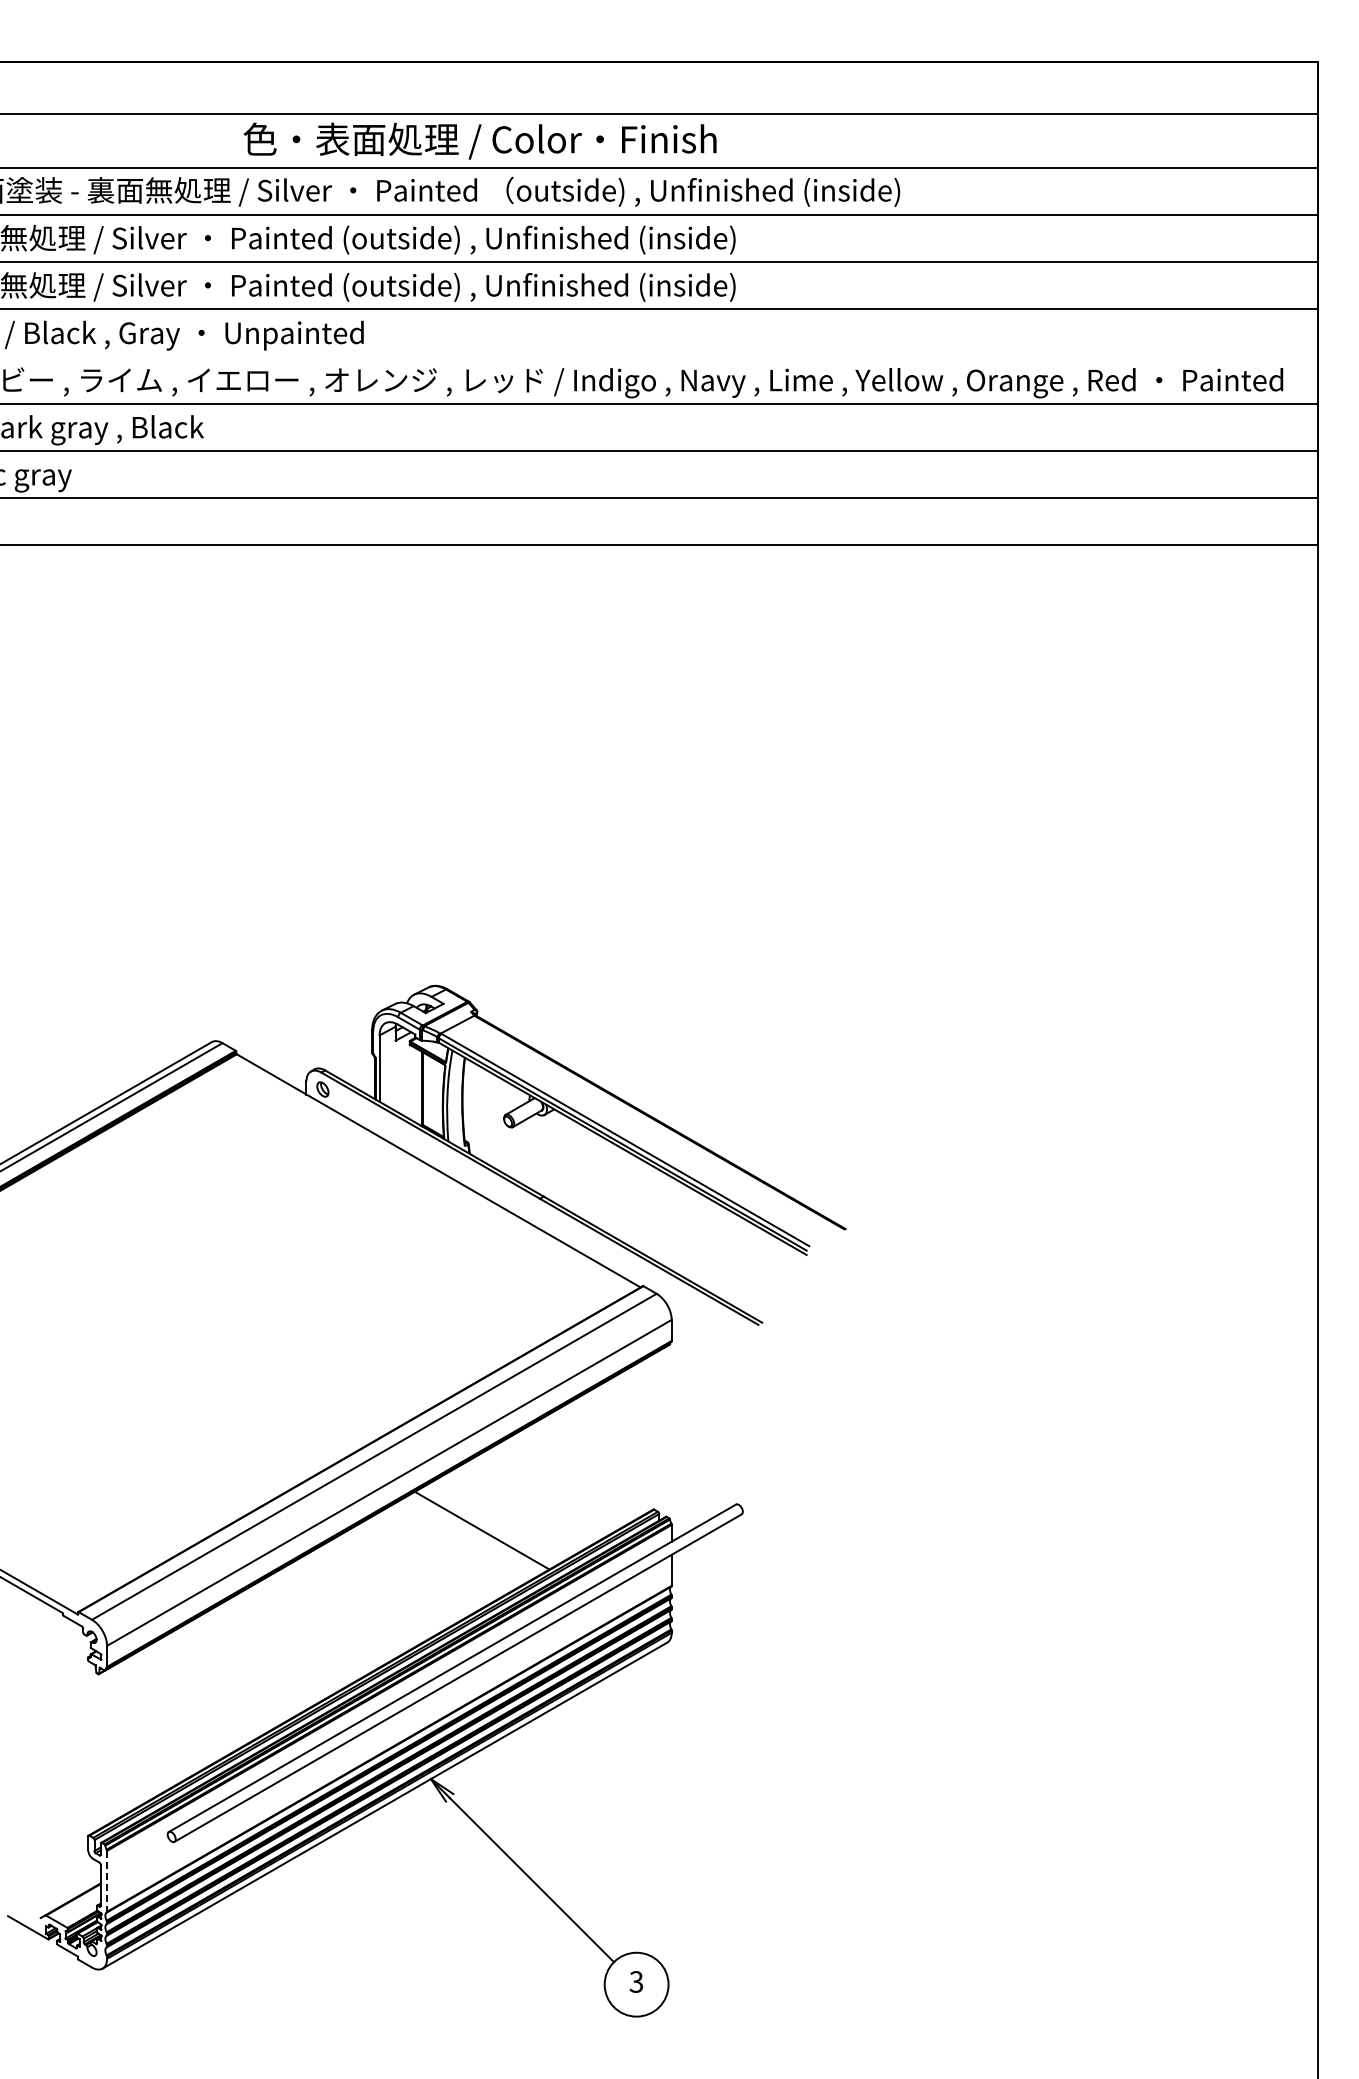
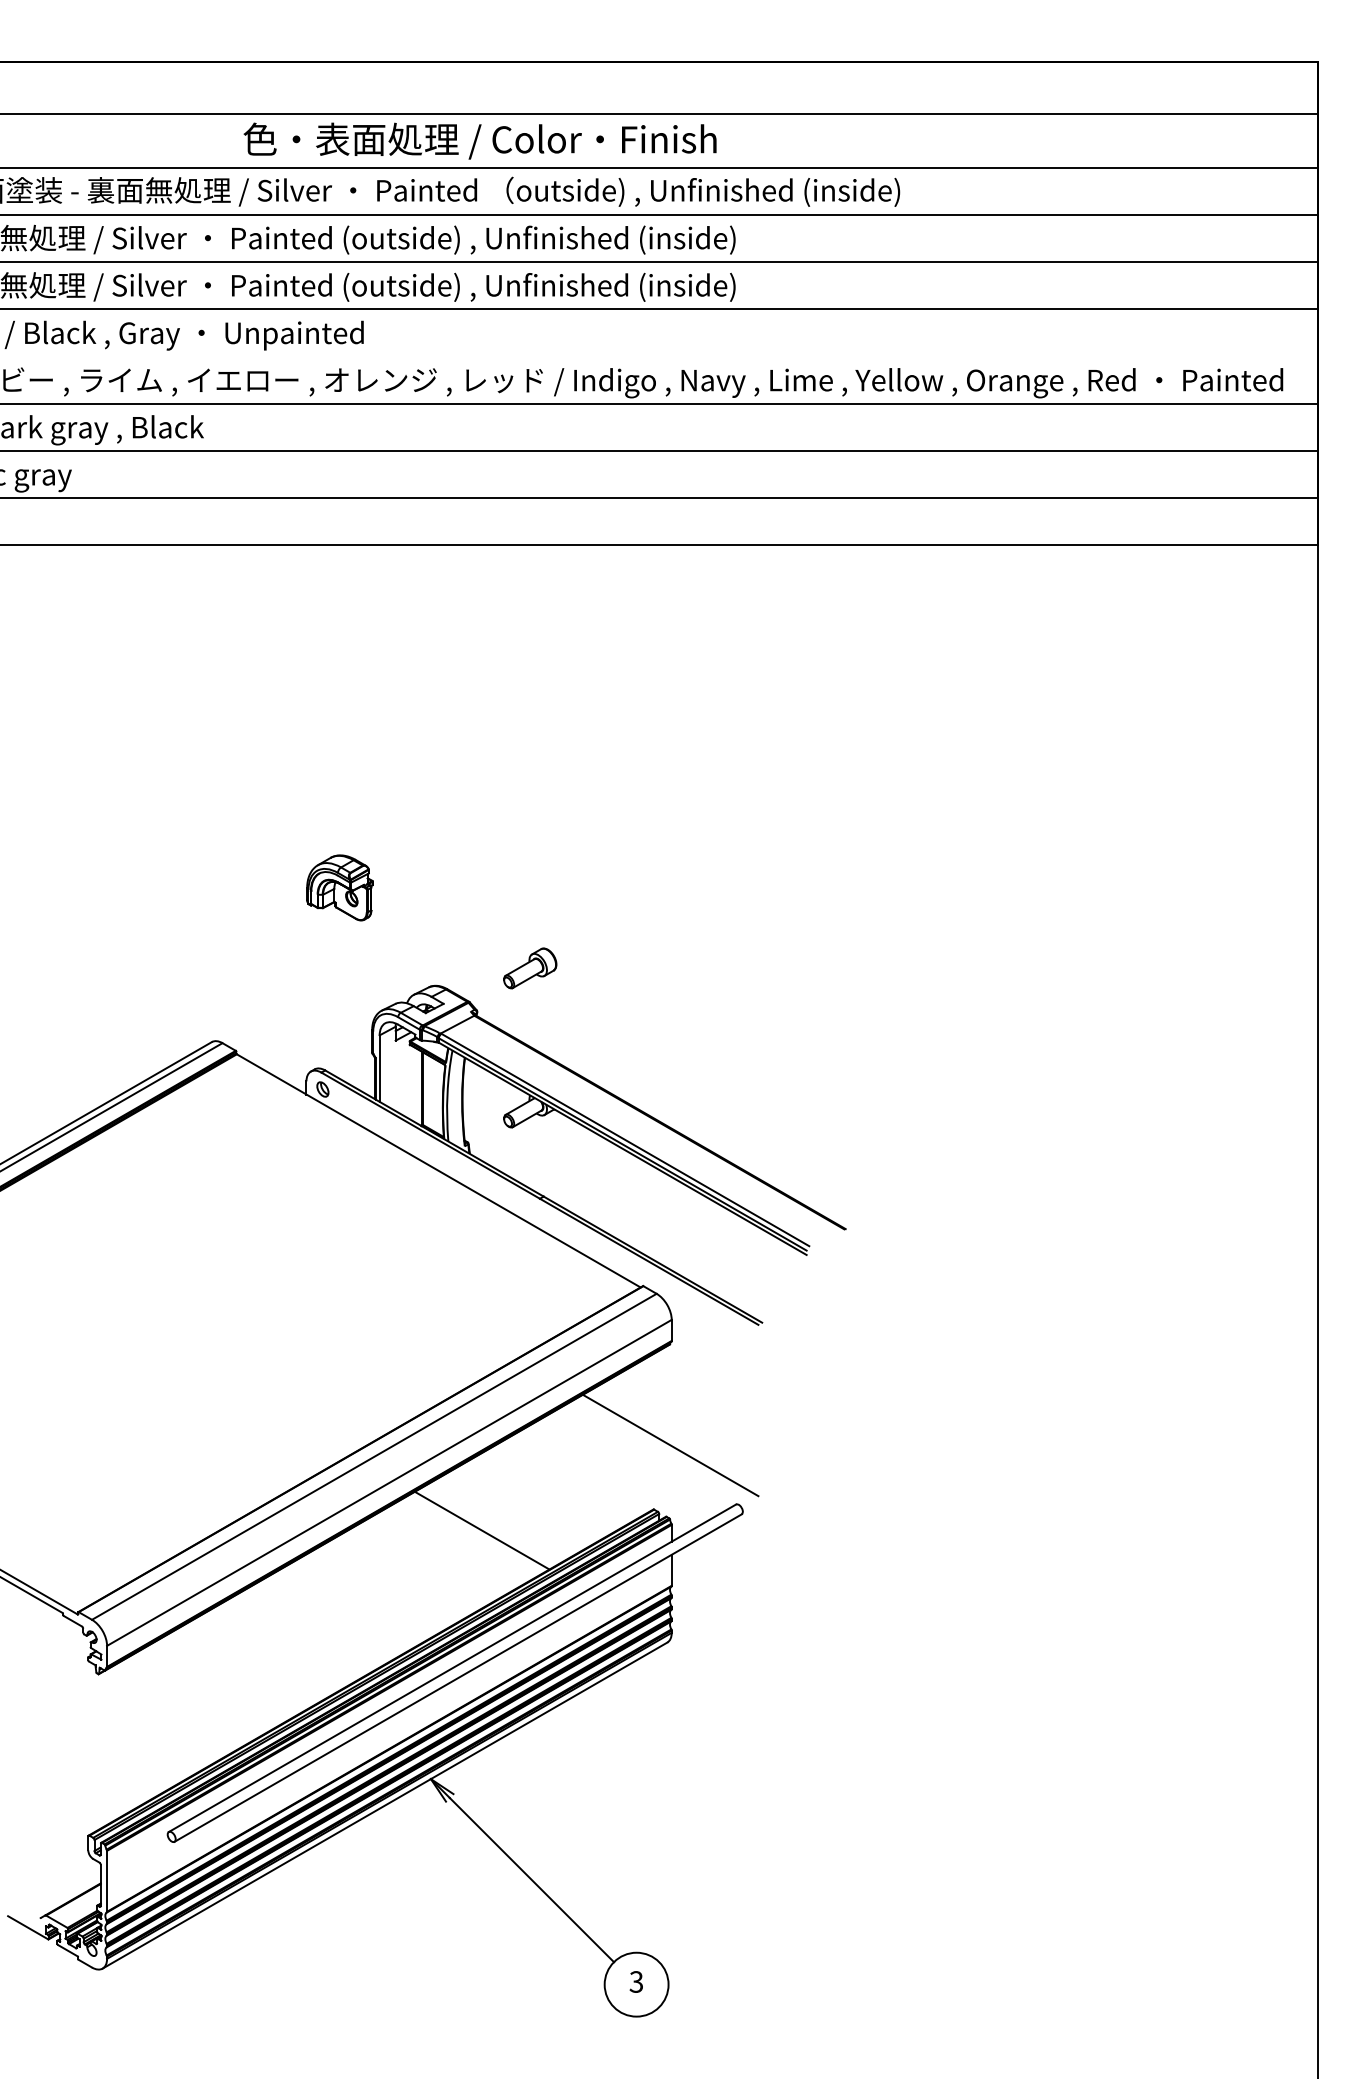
part at (339, 887): none -> present
part at (530, 968): none -> present
line at (670, 1445): none -> present
line at (107, 1881): dashed -> solid
